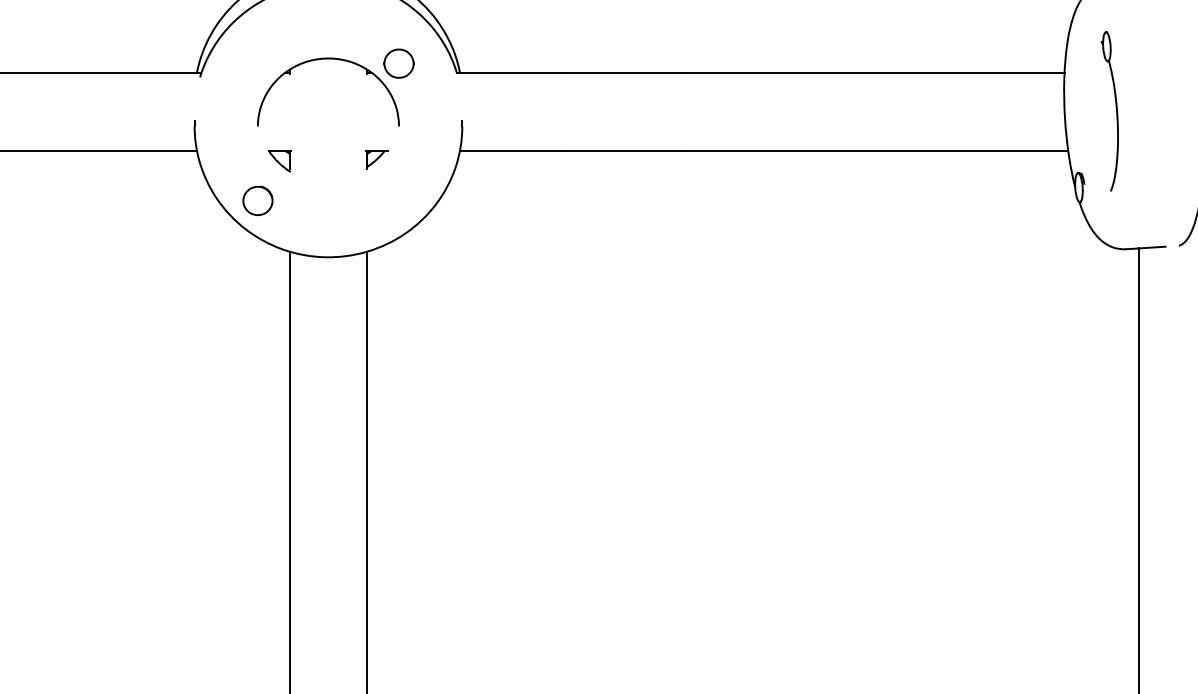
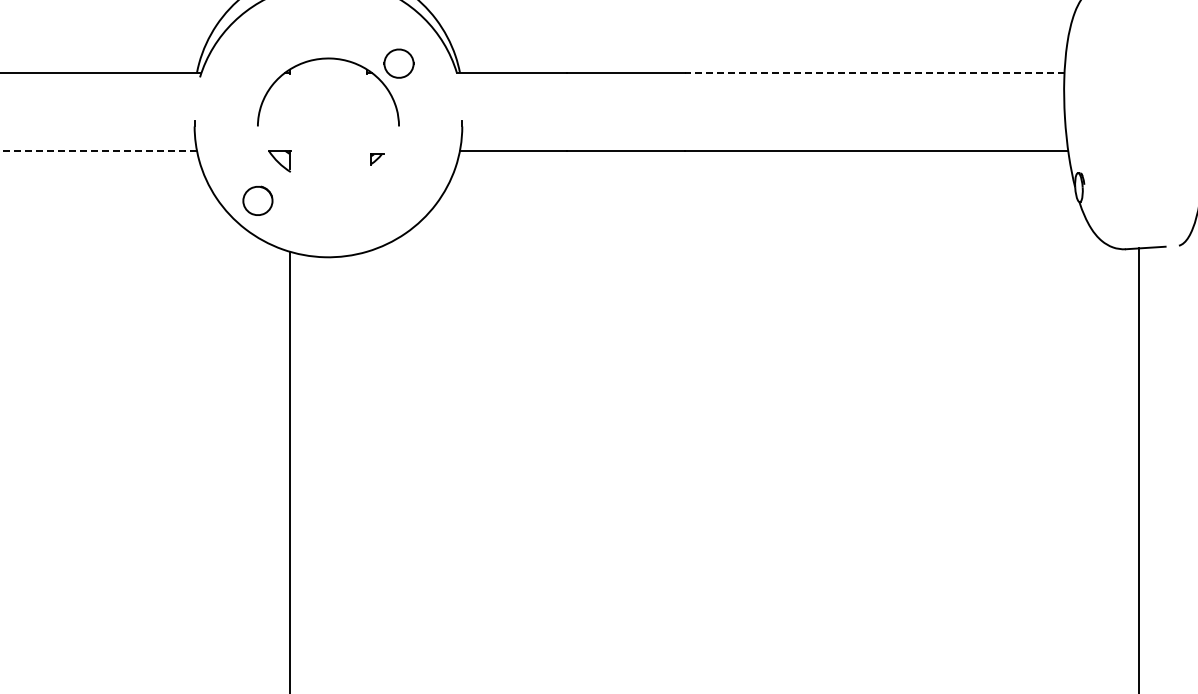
line at (874, 72): solid -> dashed
part at (1116, 111): present -> none
line at (98, 150): solid -> dashed
part at (376, 159) size: 24x20 px -> 15x13 px
line at (367, 470): present -> none
